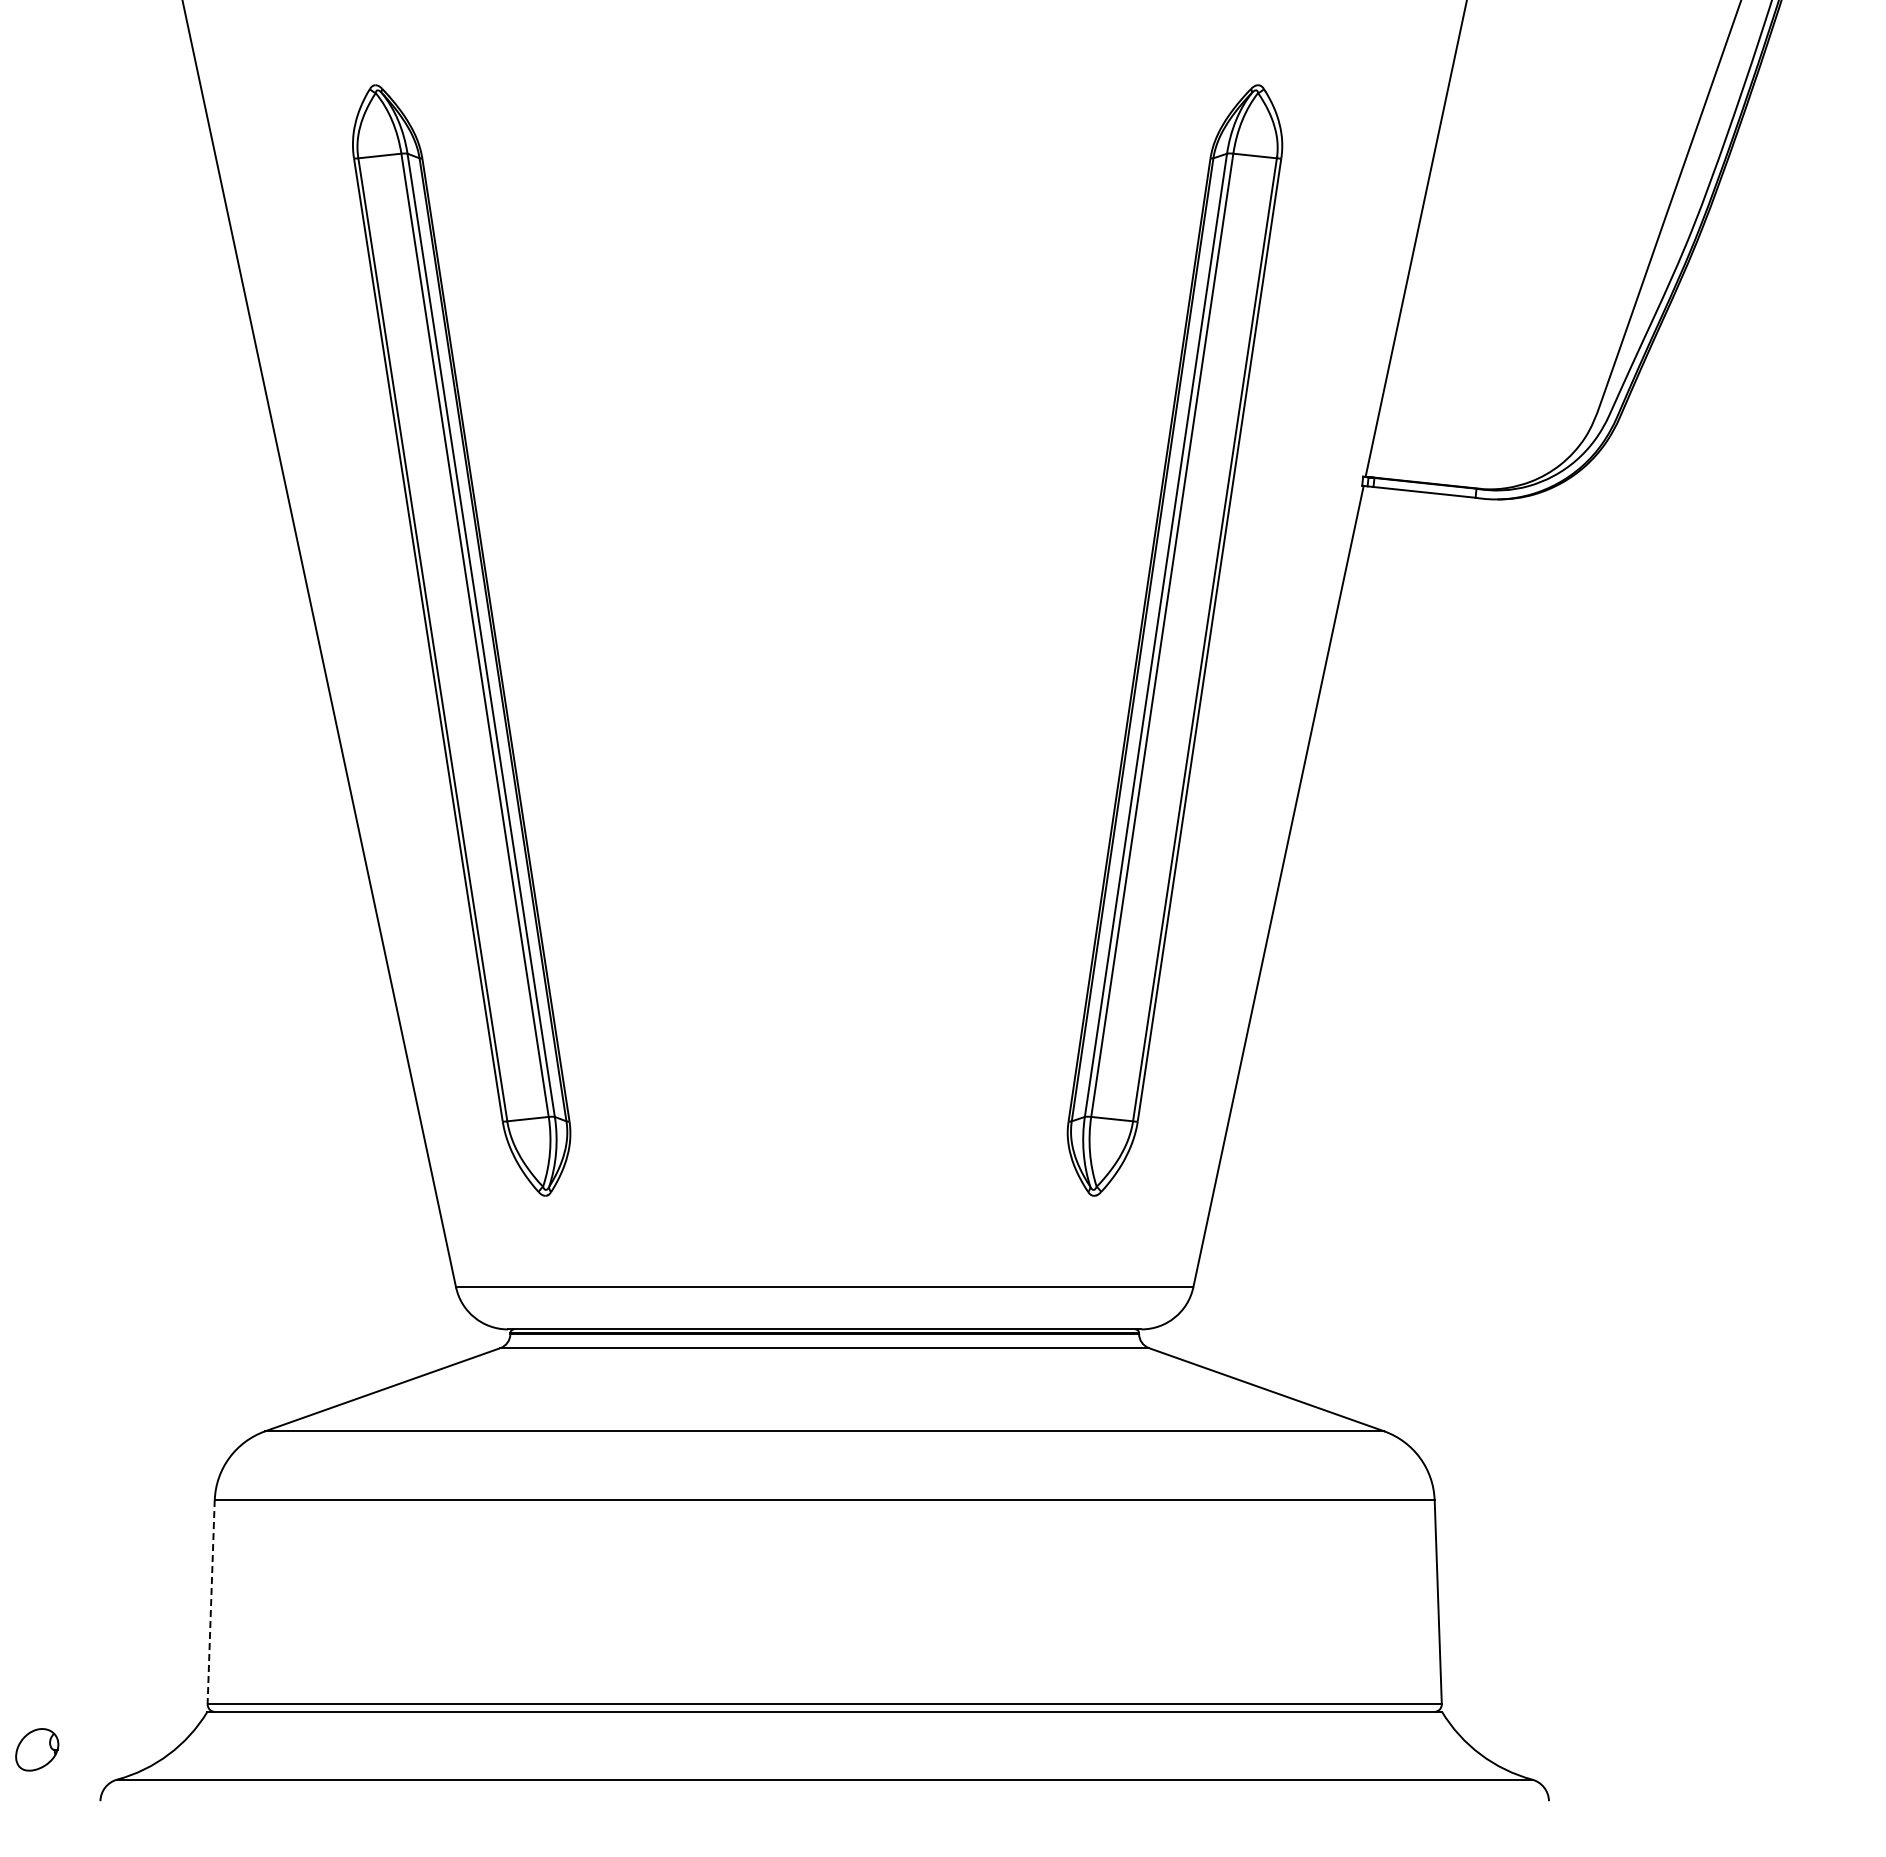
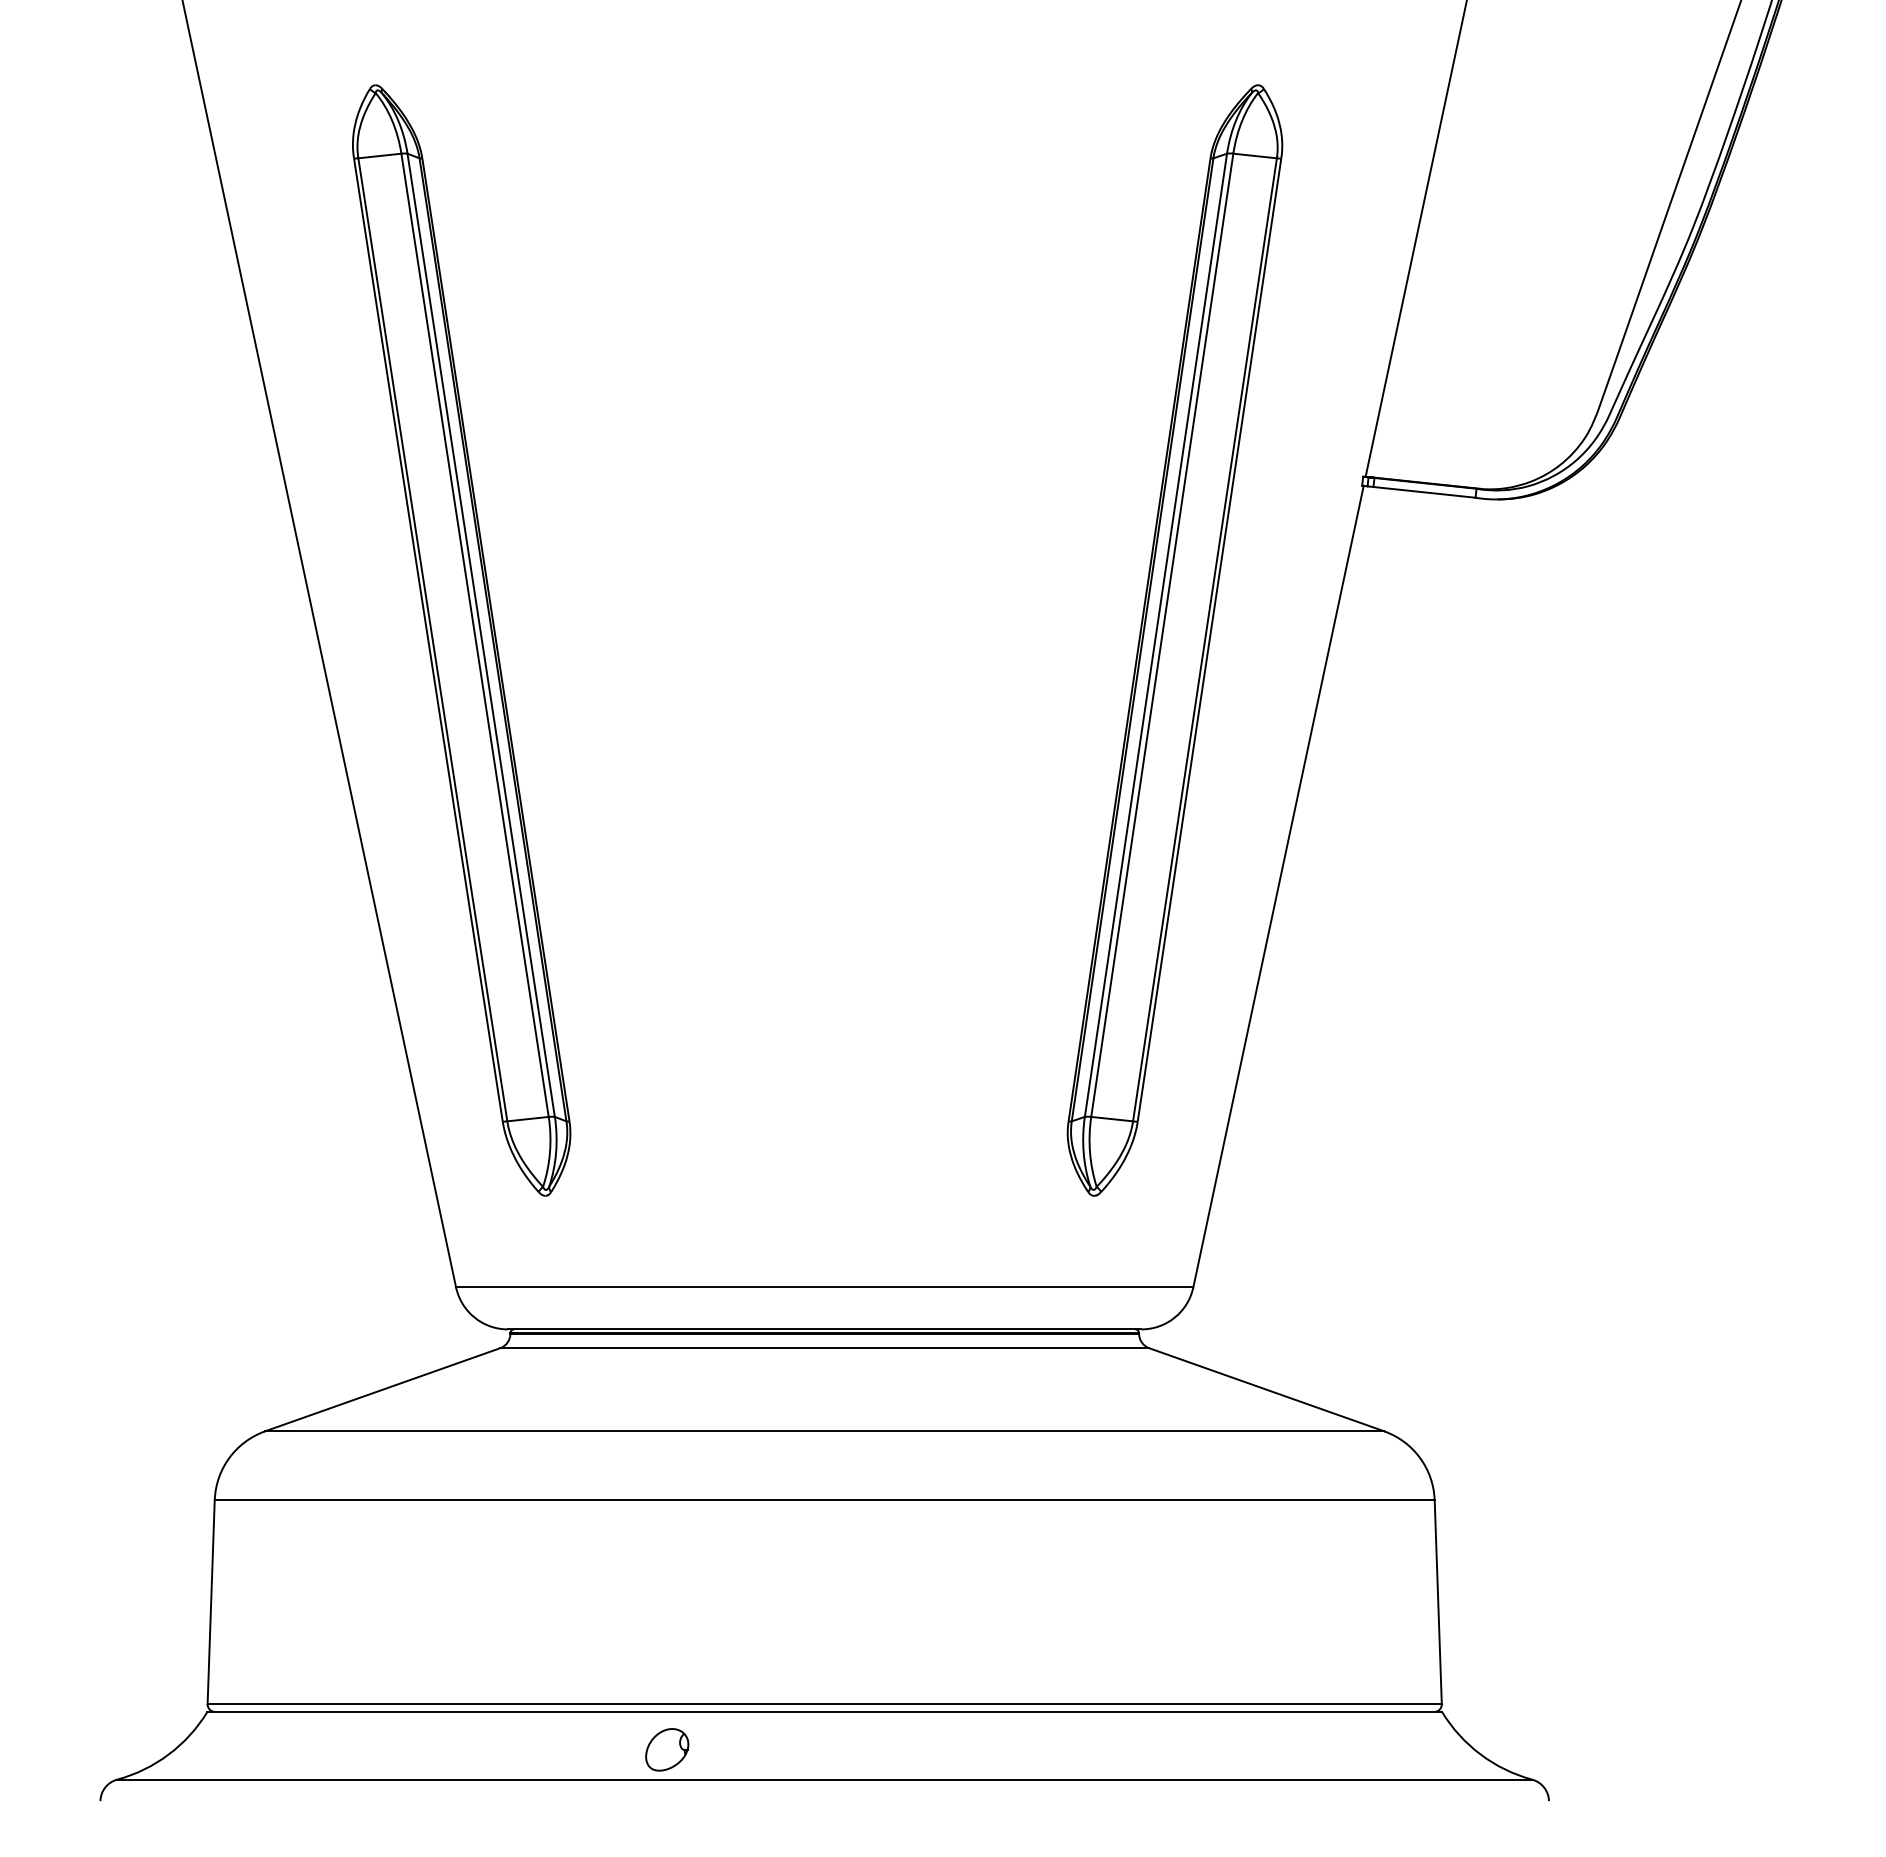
line at (211, 1602): dashed -> solid
part at (37, 1749) position: (37, 1749) -> (667, 1749)
